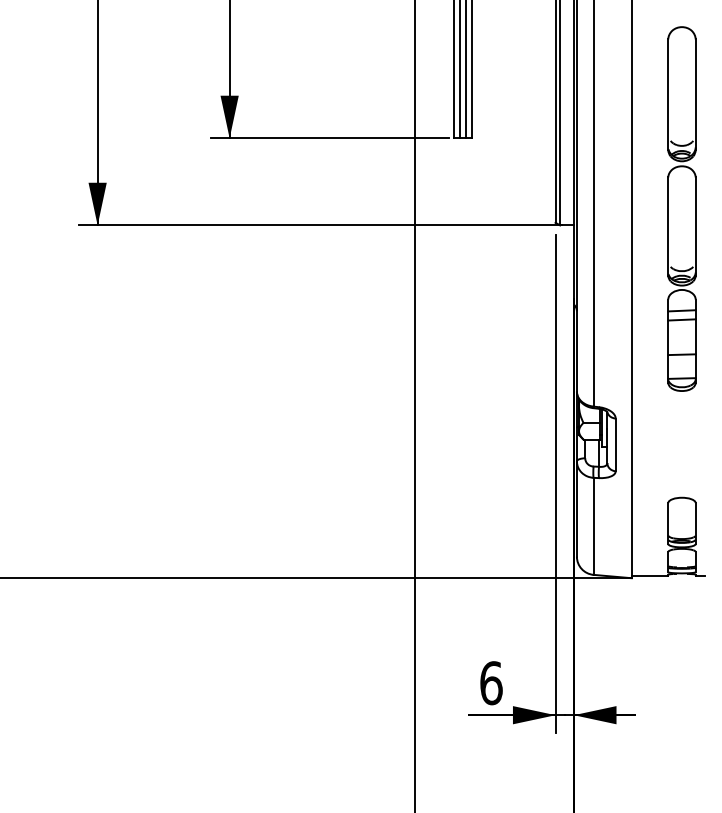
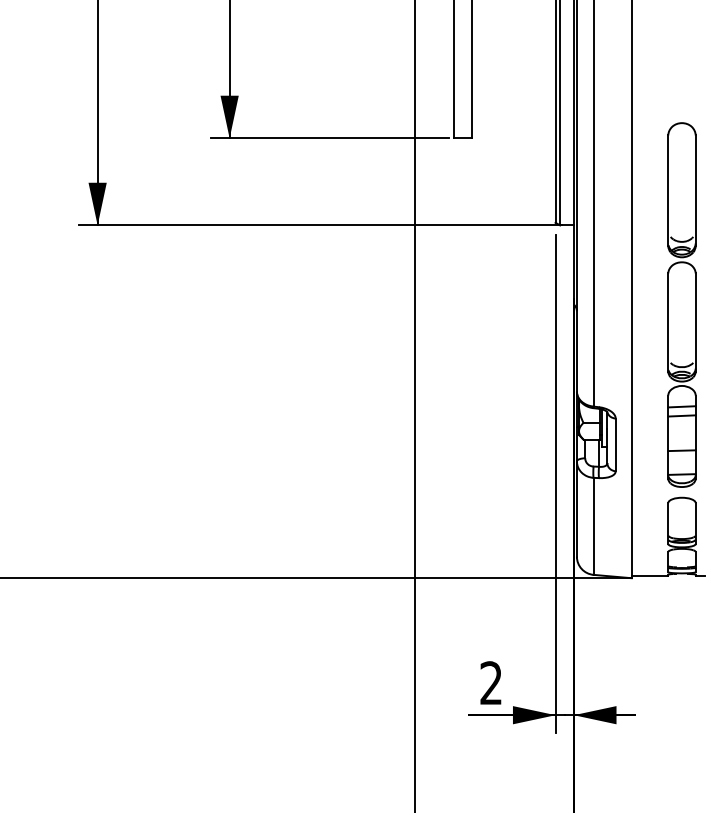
line at (459, 70): present -> none
line at (466, 70): present -> none
part at (681, 208) position: (681, 208) -> (681, 304)
text at (491, 683): 6 -> 2
